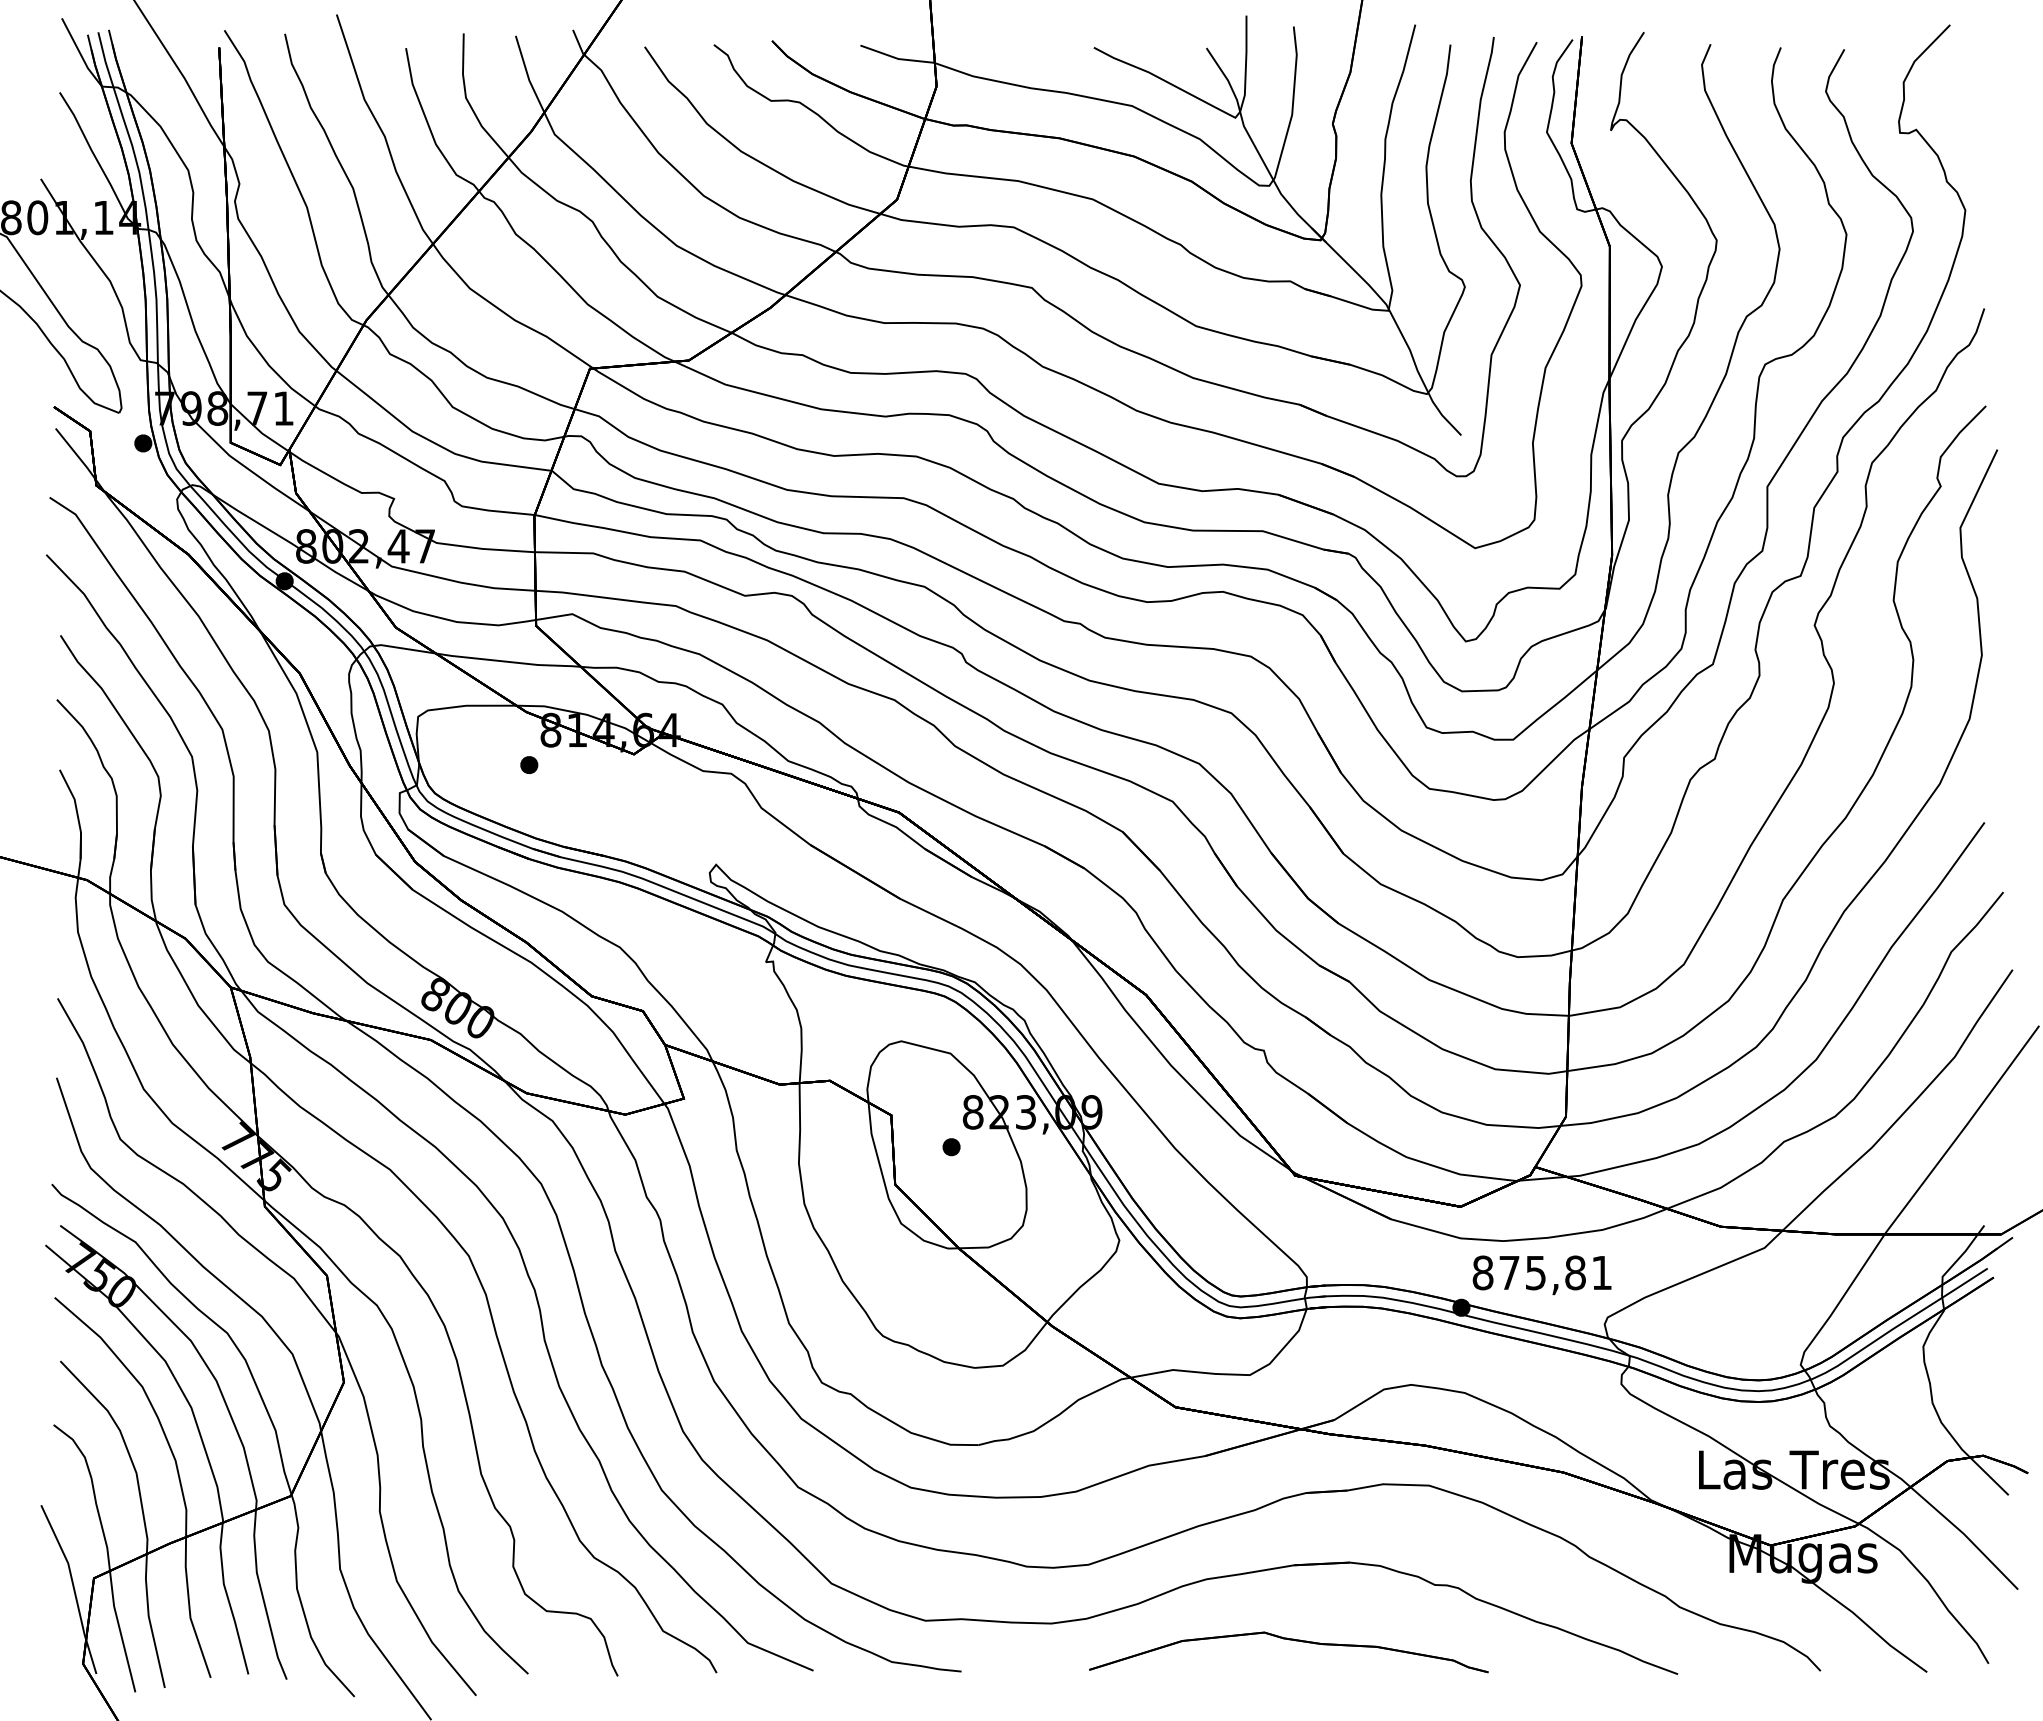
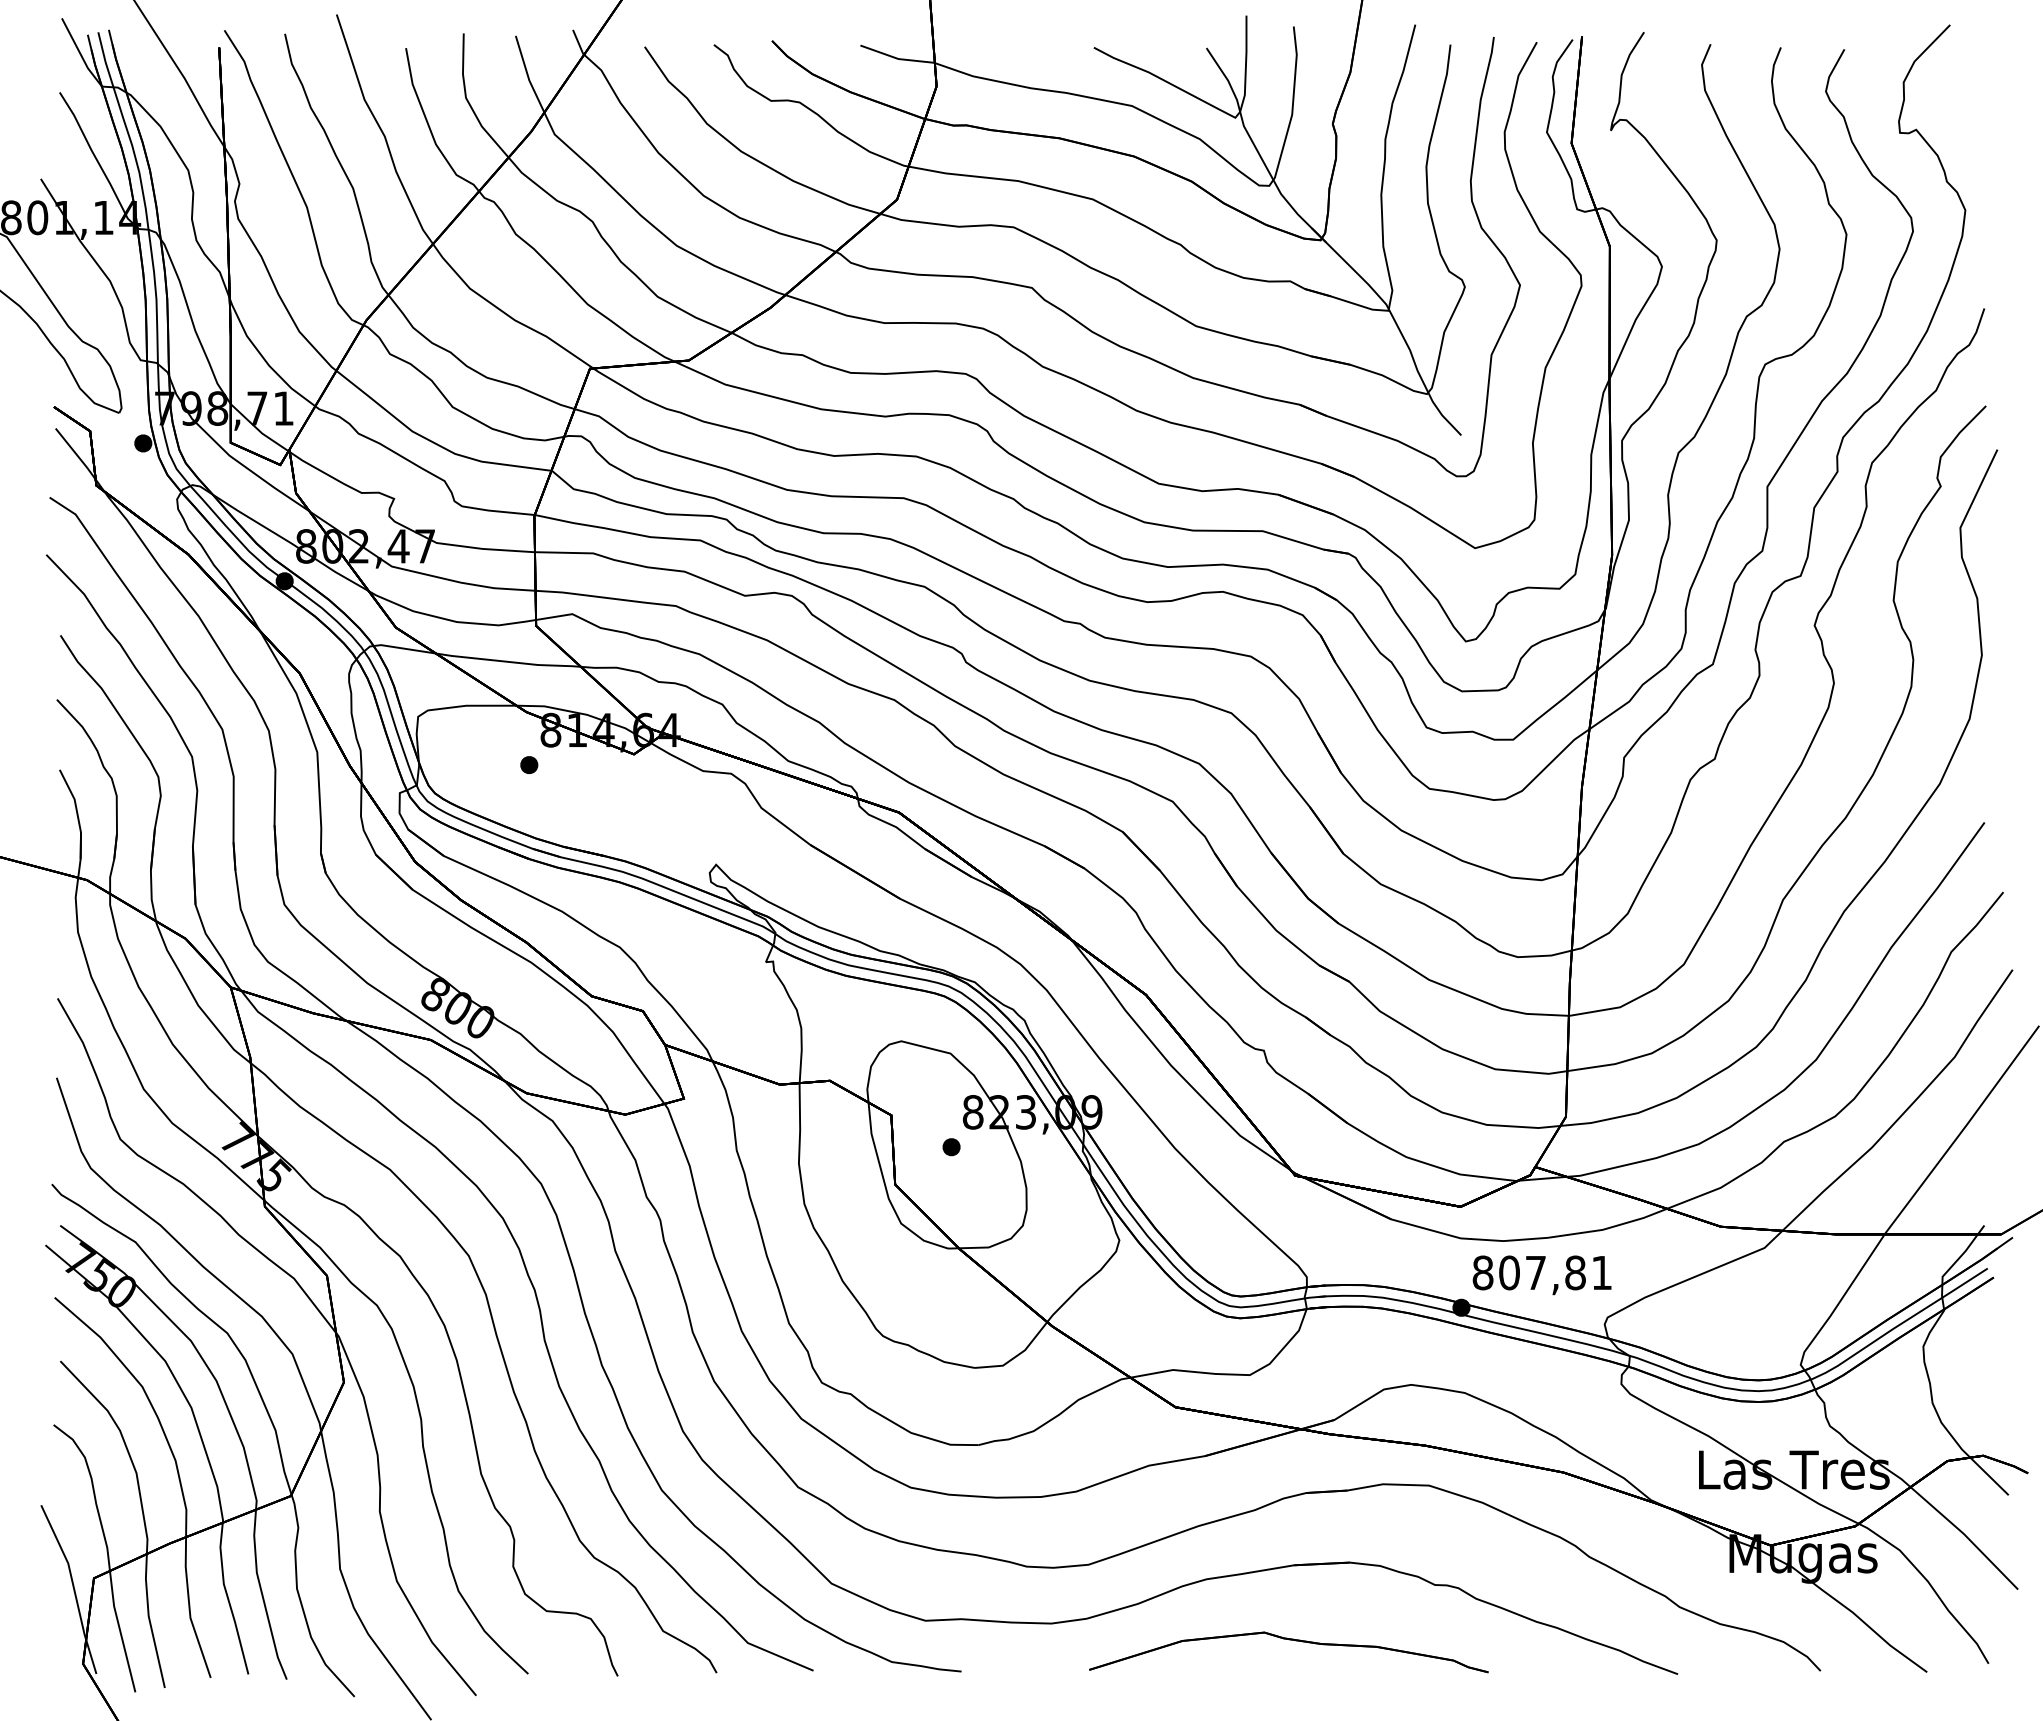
text at (1522, 1272): 875,81 -> 807,81
